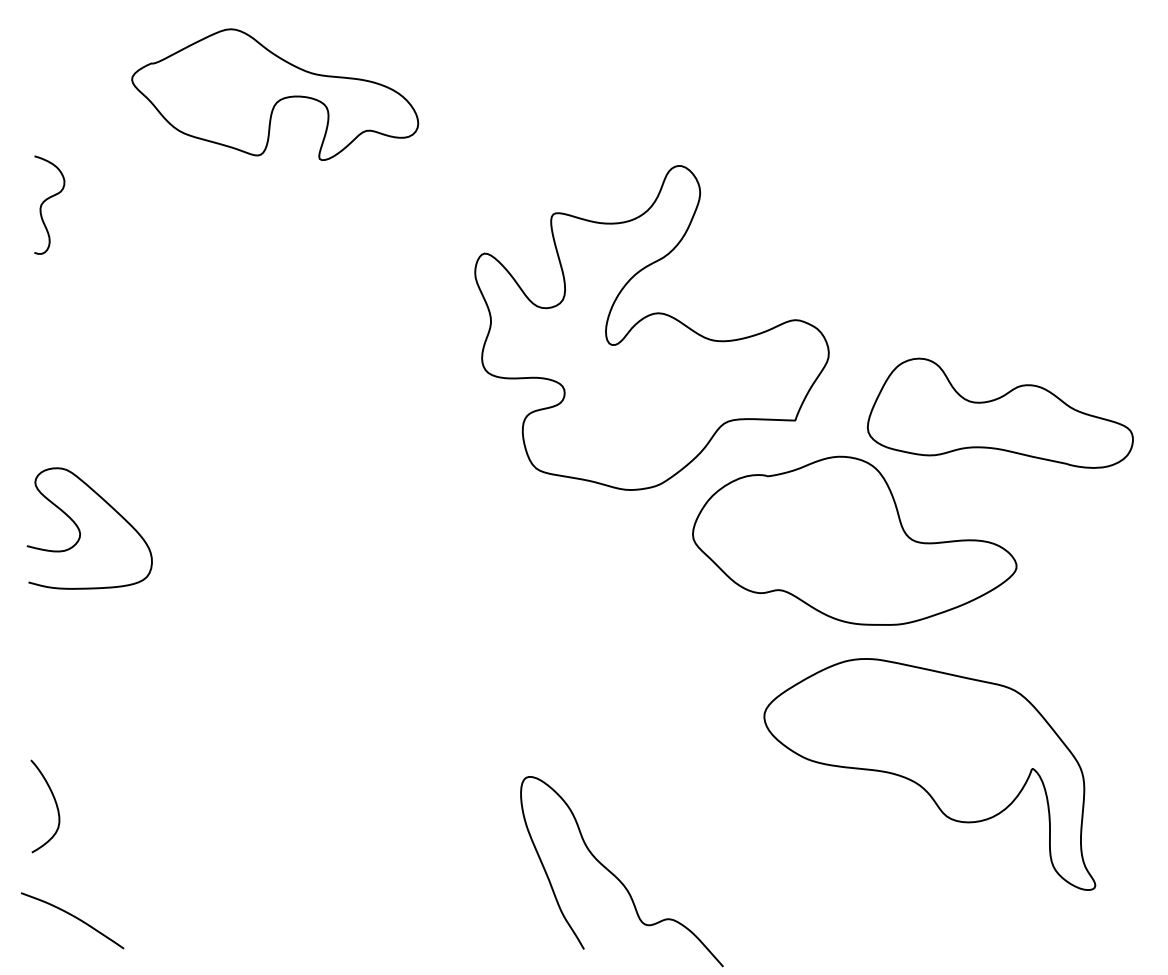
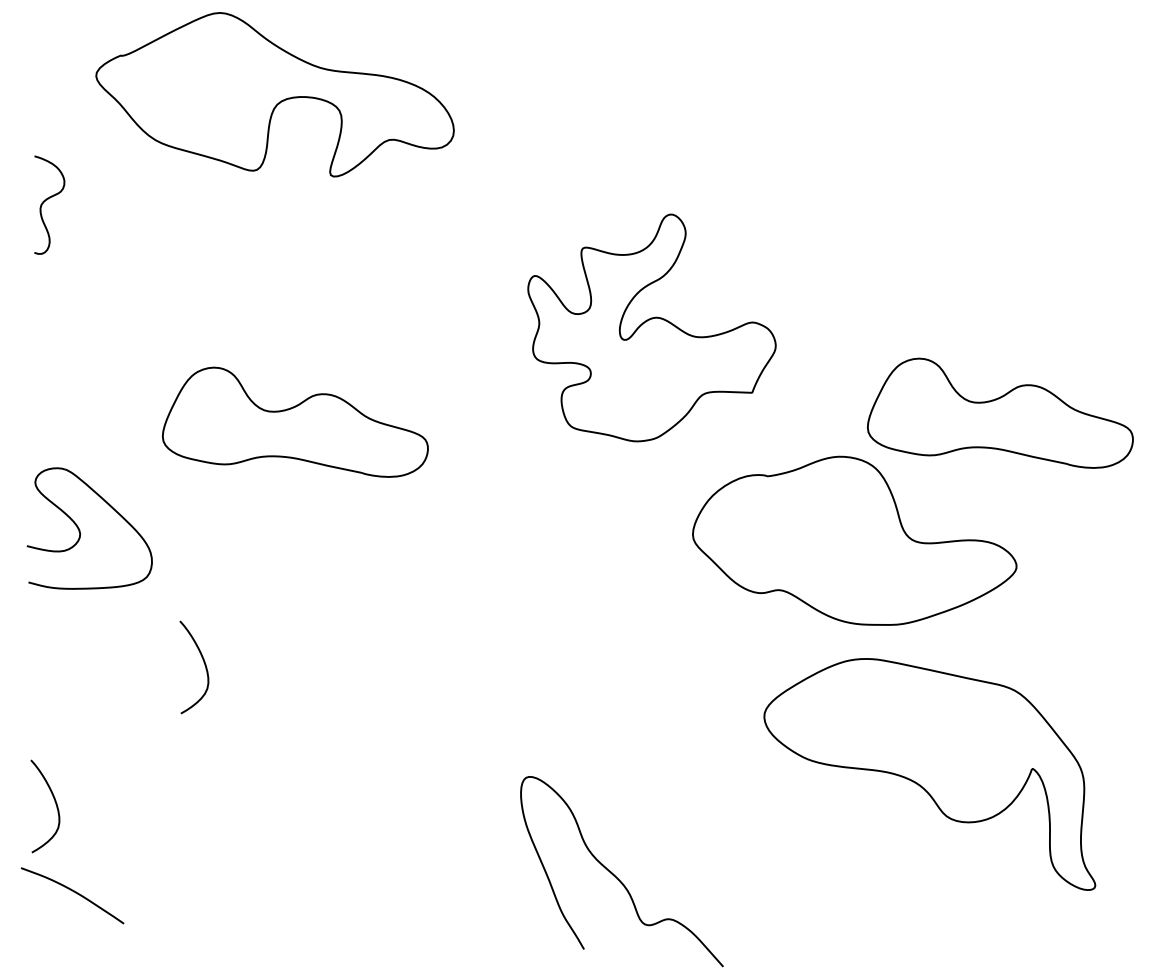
part at (275, 94) size: 289x133 px -> 360x166 px
part at (651, 327) size: 356x326 px -> 250x230 px
part at (294, 421): none -> present
curve at (204, 665): none -> present
curve at (73, 917) position: (73, 917) -> (73, 892)
